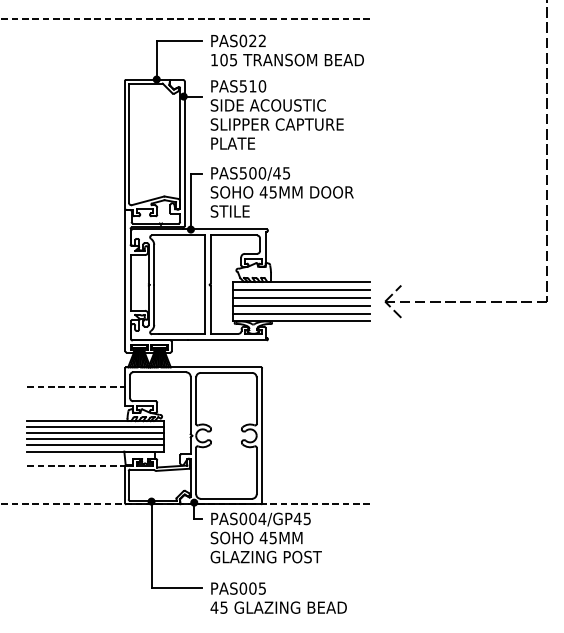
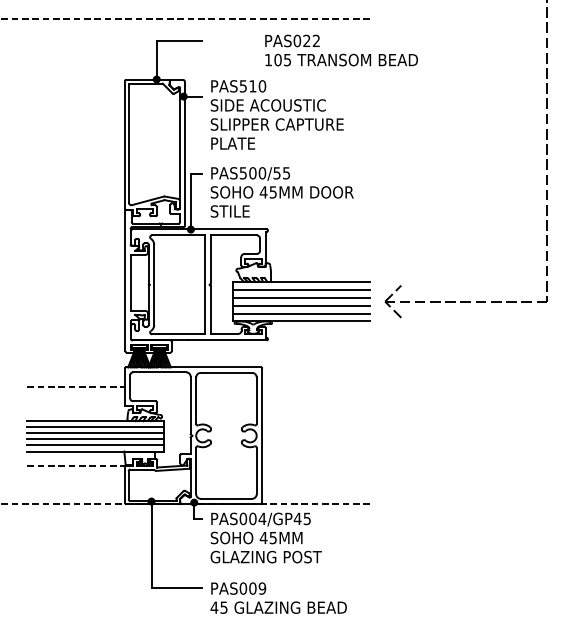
text at (287, 50) position: (287, 50) -> (341, 50)
text at (276, 173): PAS500/45 -> PAS500/55
text at (262, 588): PAS005 -> PAS009
